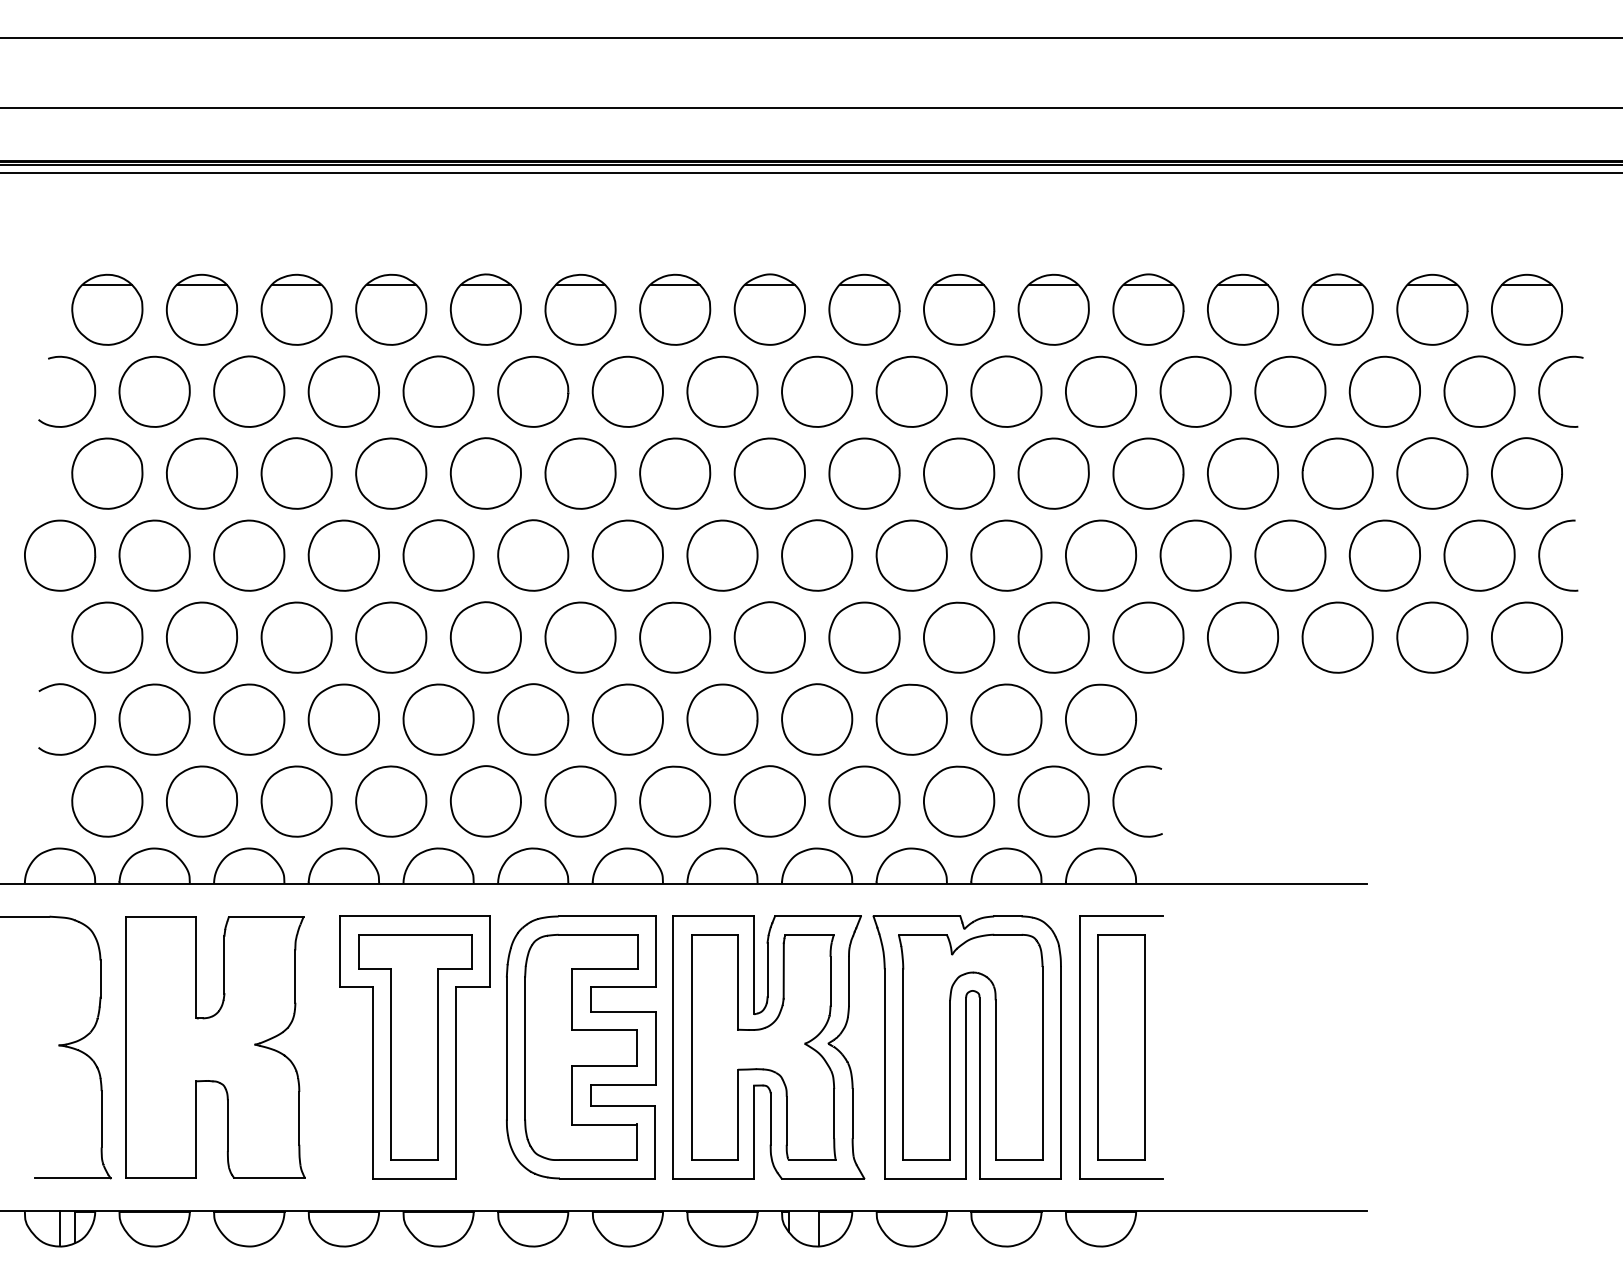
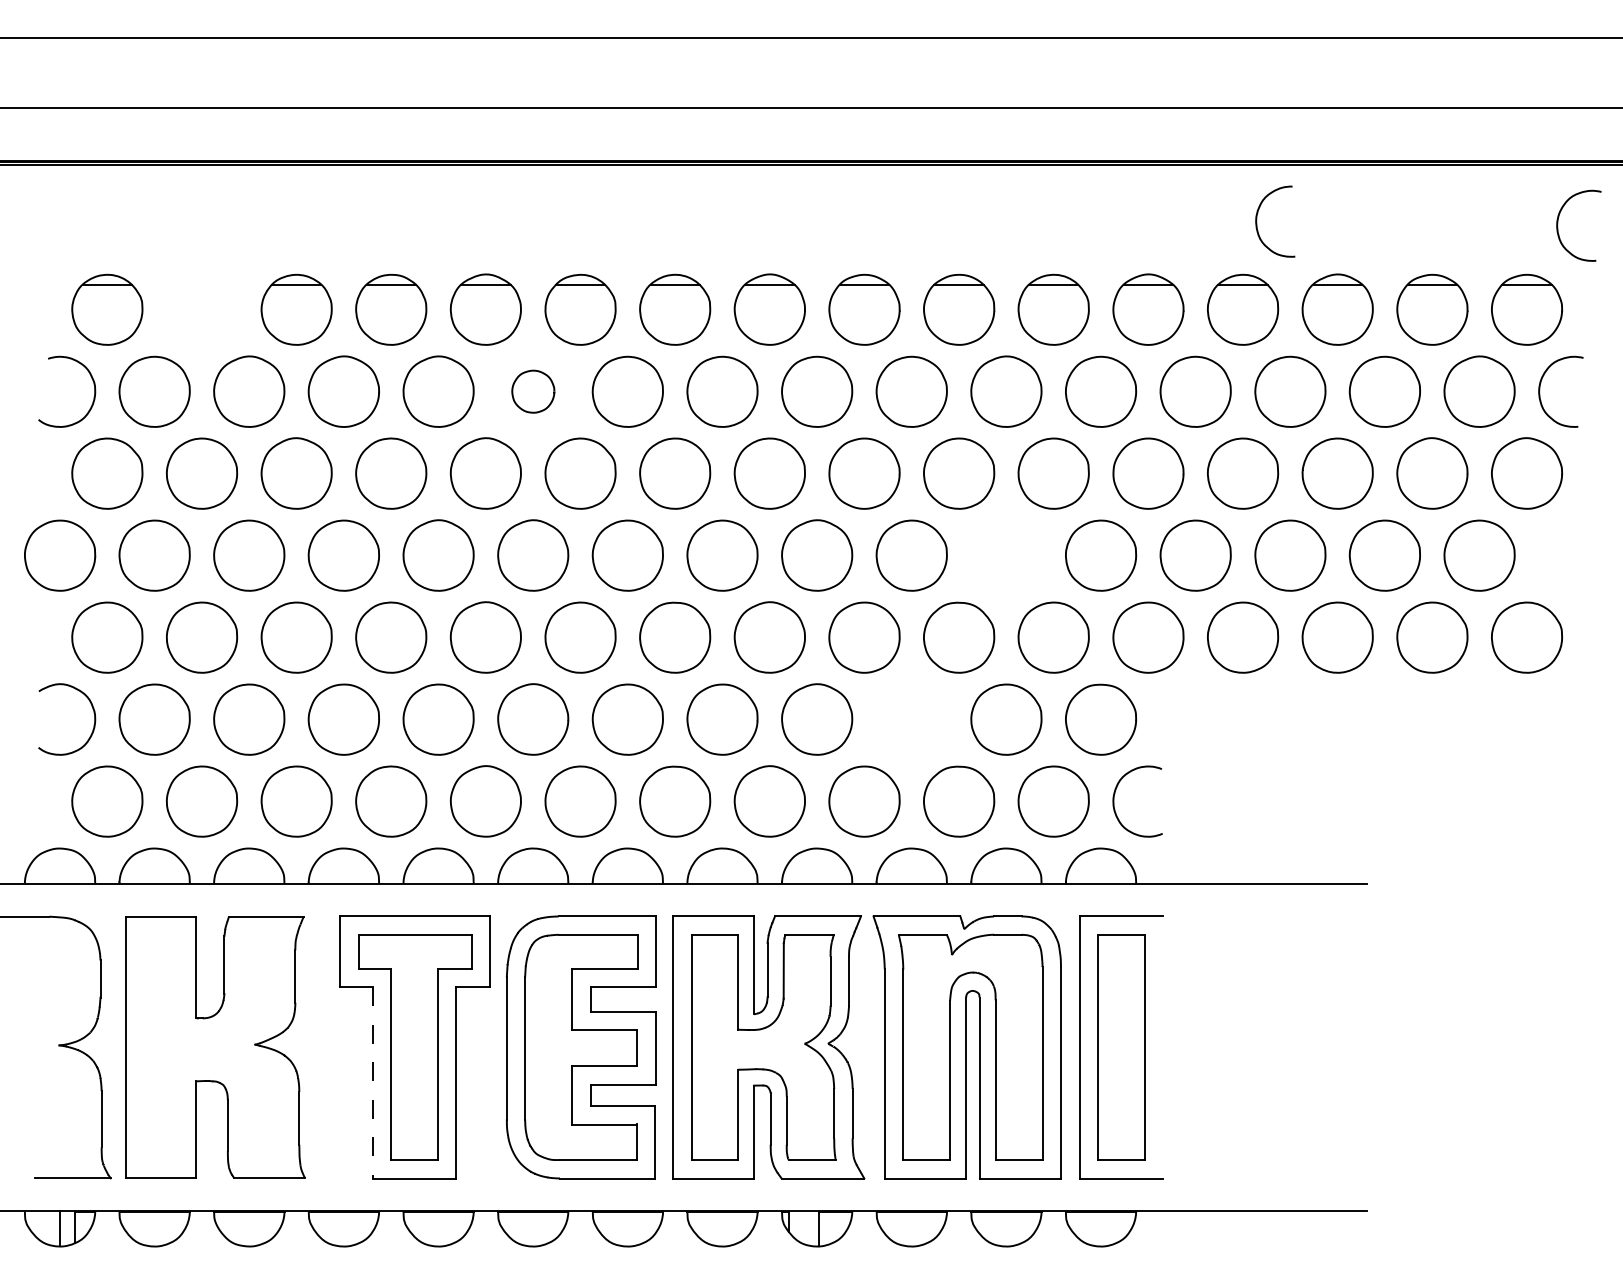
line at (810, 172): present -> none
curve at (1558, 225): none -> present
part at (201, 309): present -> none
part at (533, 391) size: 73x73 px -> 45x45 px
part at (1006, 555): present -> none
curve at (1540, 555) position: (1540, 555) -> (1257, 221)
part at (911, 719): present -> none
line at (373, 1083): solid -> dashed
